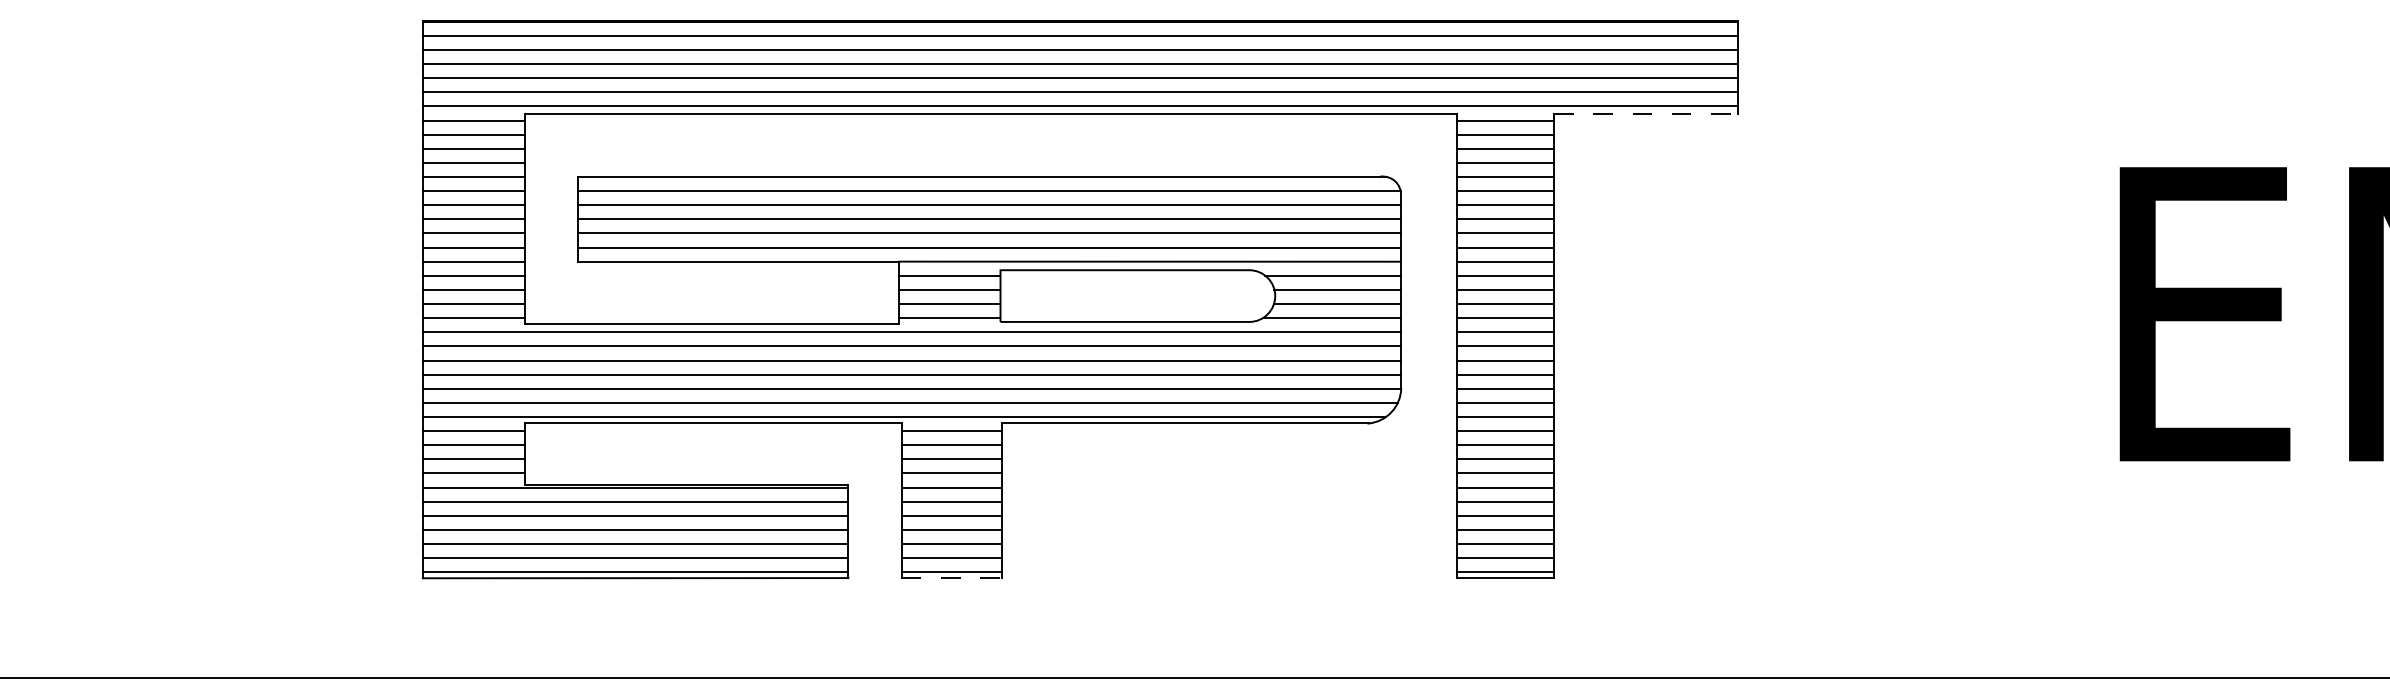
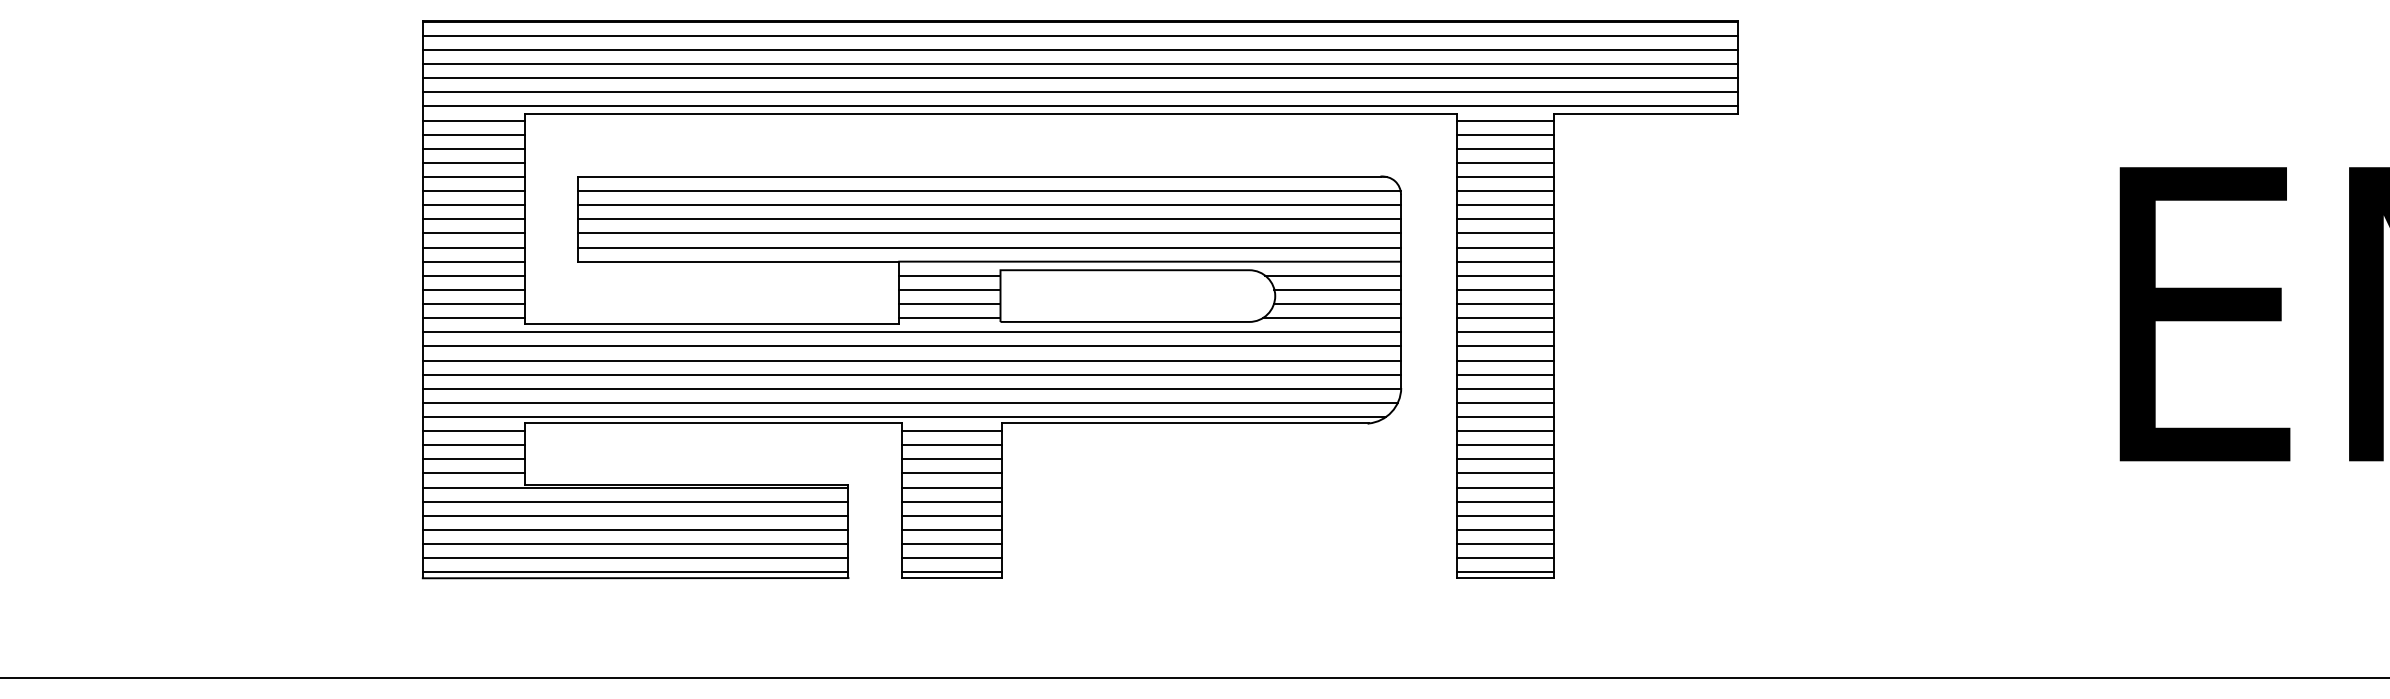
line at (1646, 114): dashed -> solid
line at (951, 578): dashed -> solid
